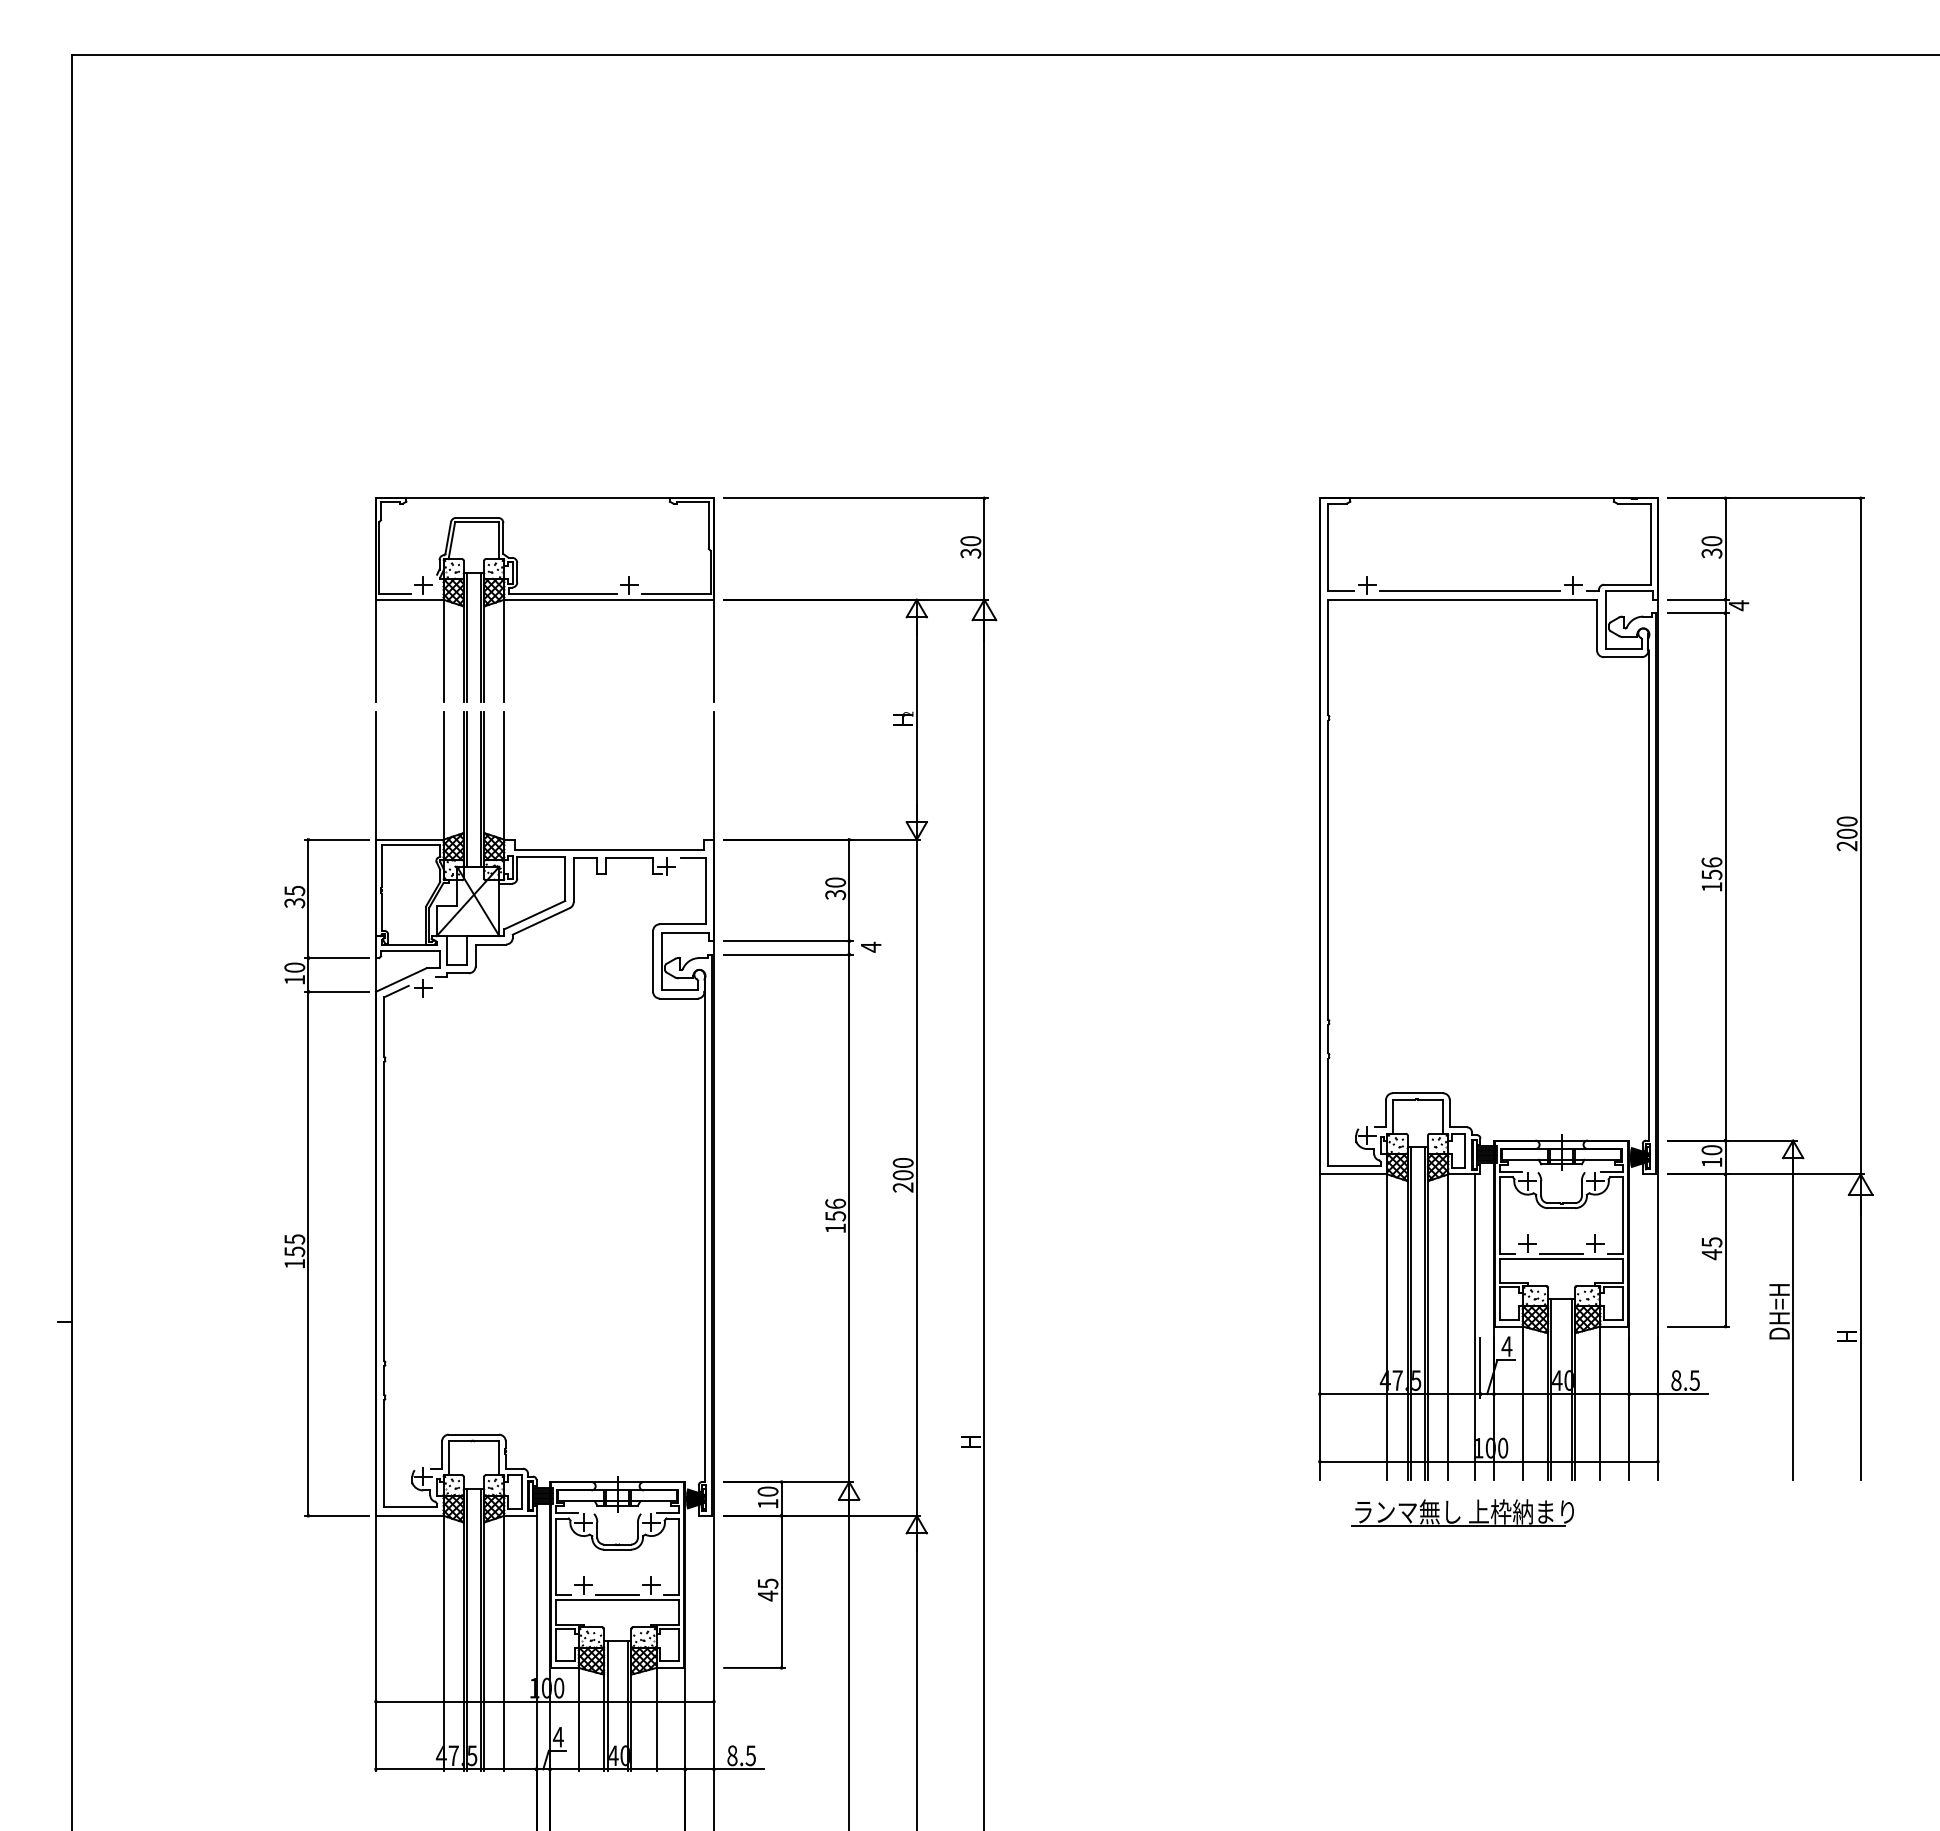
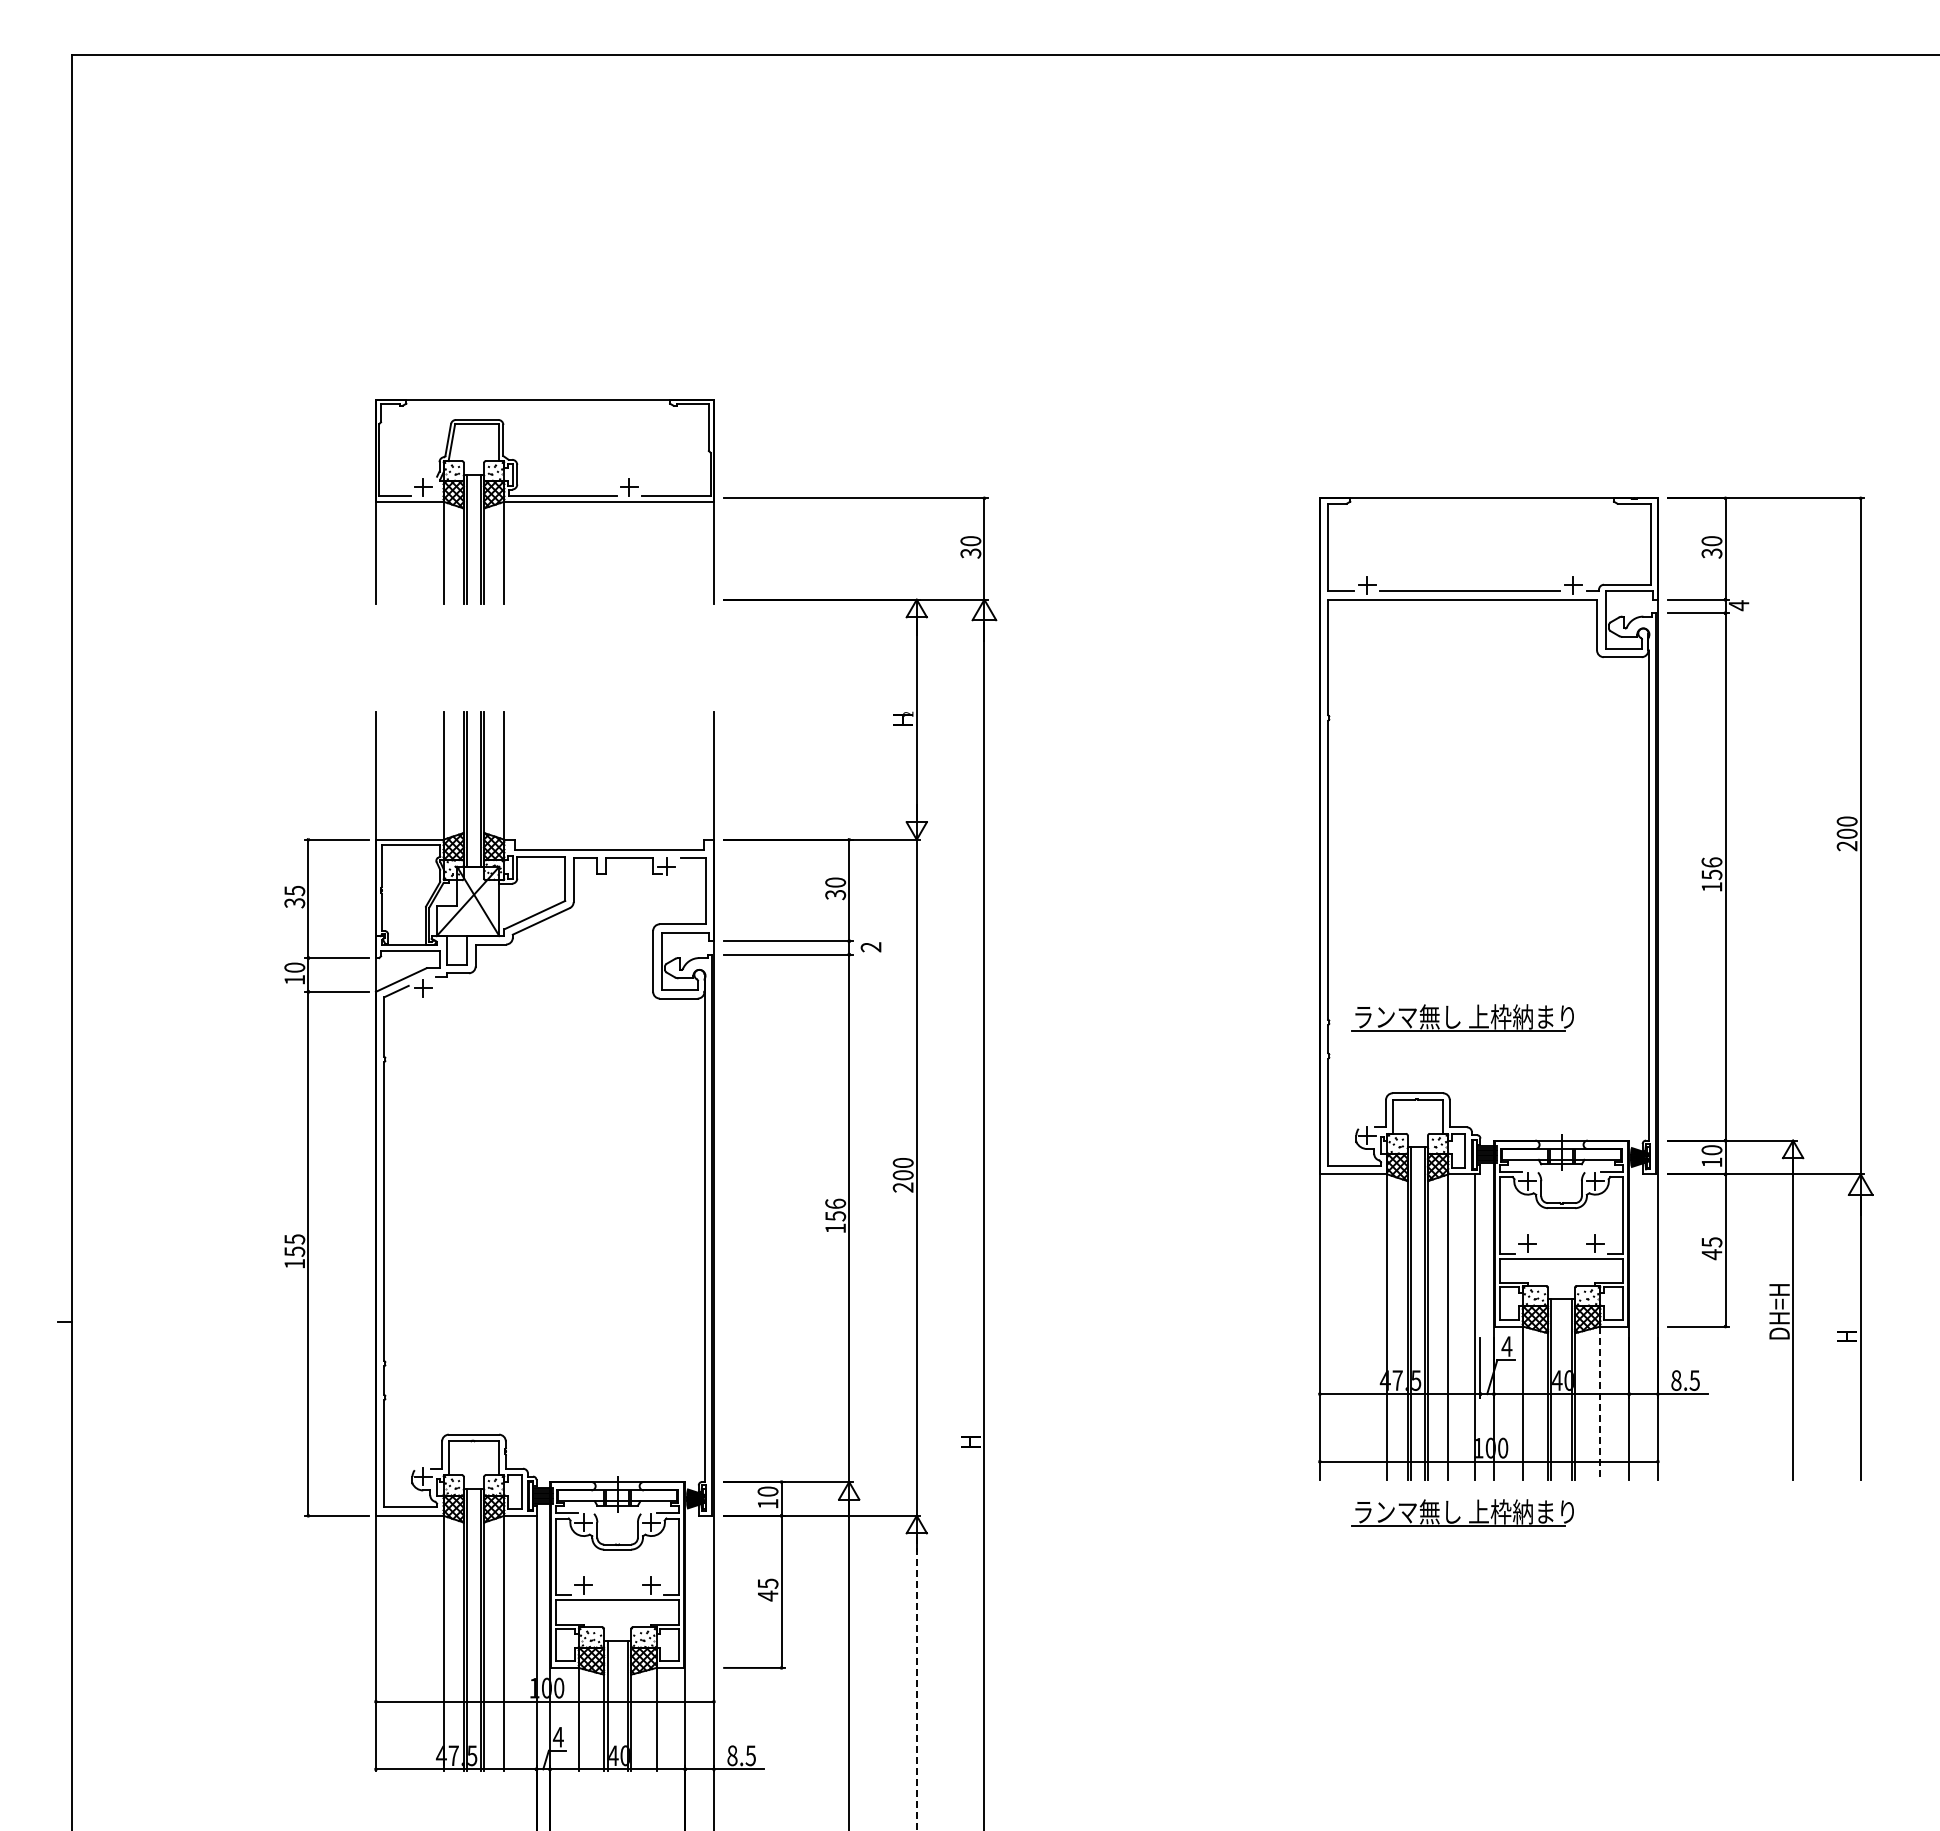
part at (544, 599) position: (544, 599) -> (544, 501)
text at (870, 946): 4 -> 2
part at (1462, 1017): none -> present
line at (1561, 1253): present -> none
line at (1600, 1403): solid -> dashed
line at (617, 1595): present -> none
line at (916, 1683): solid -> dashed
